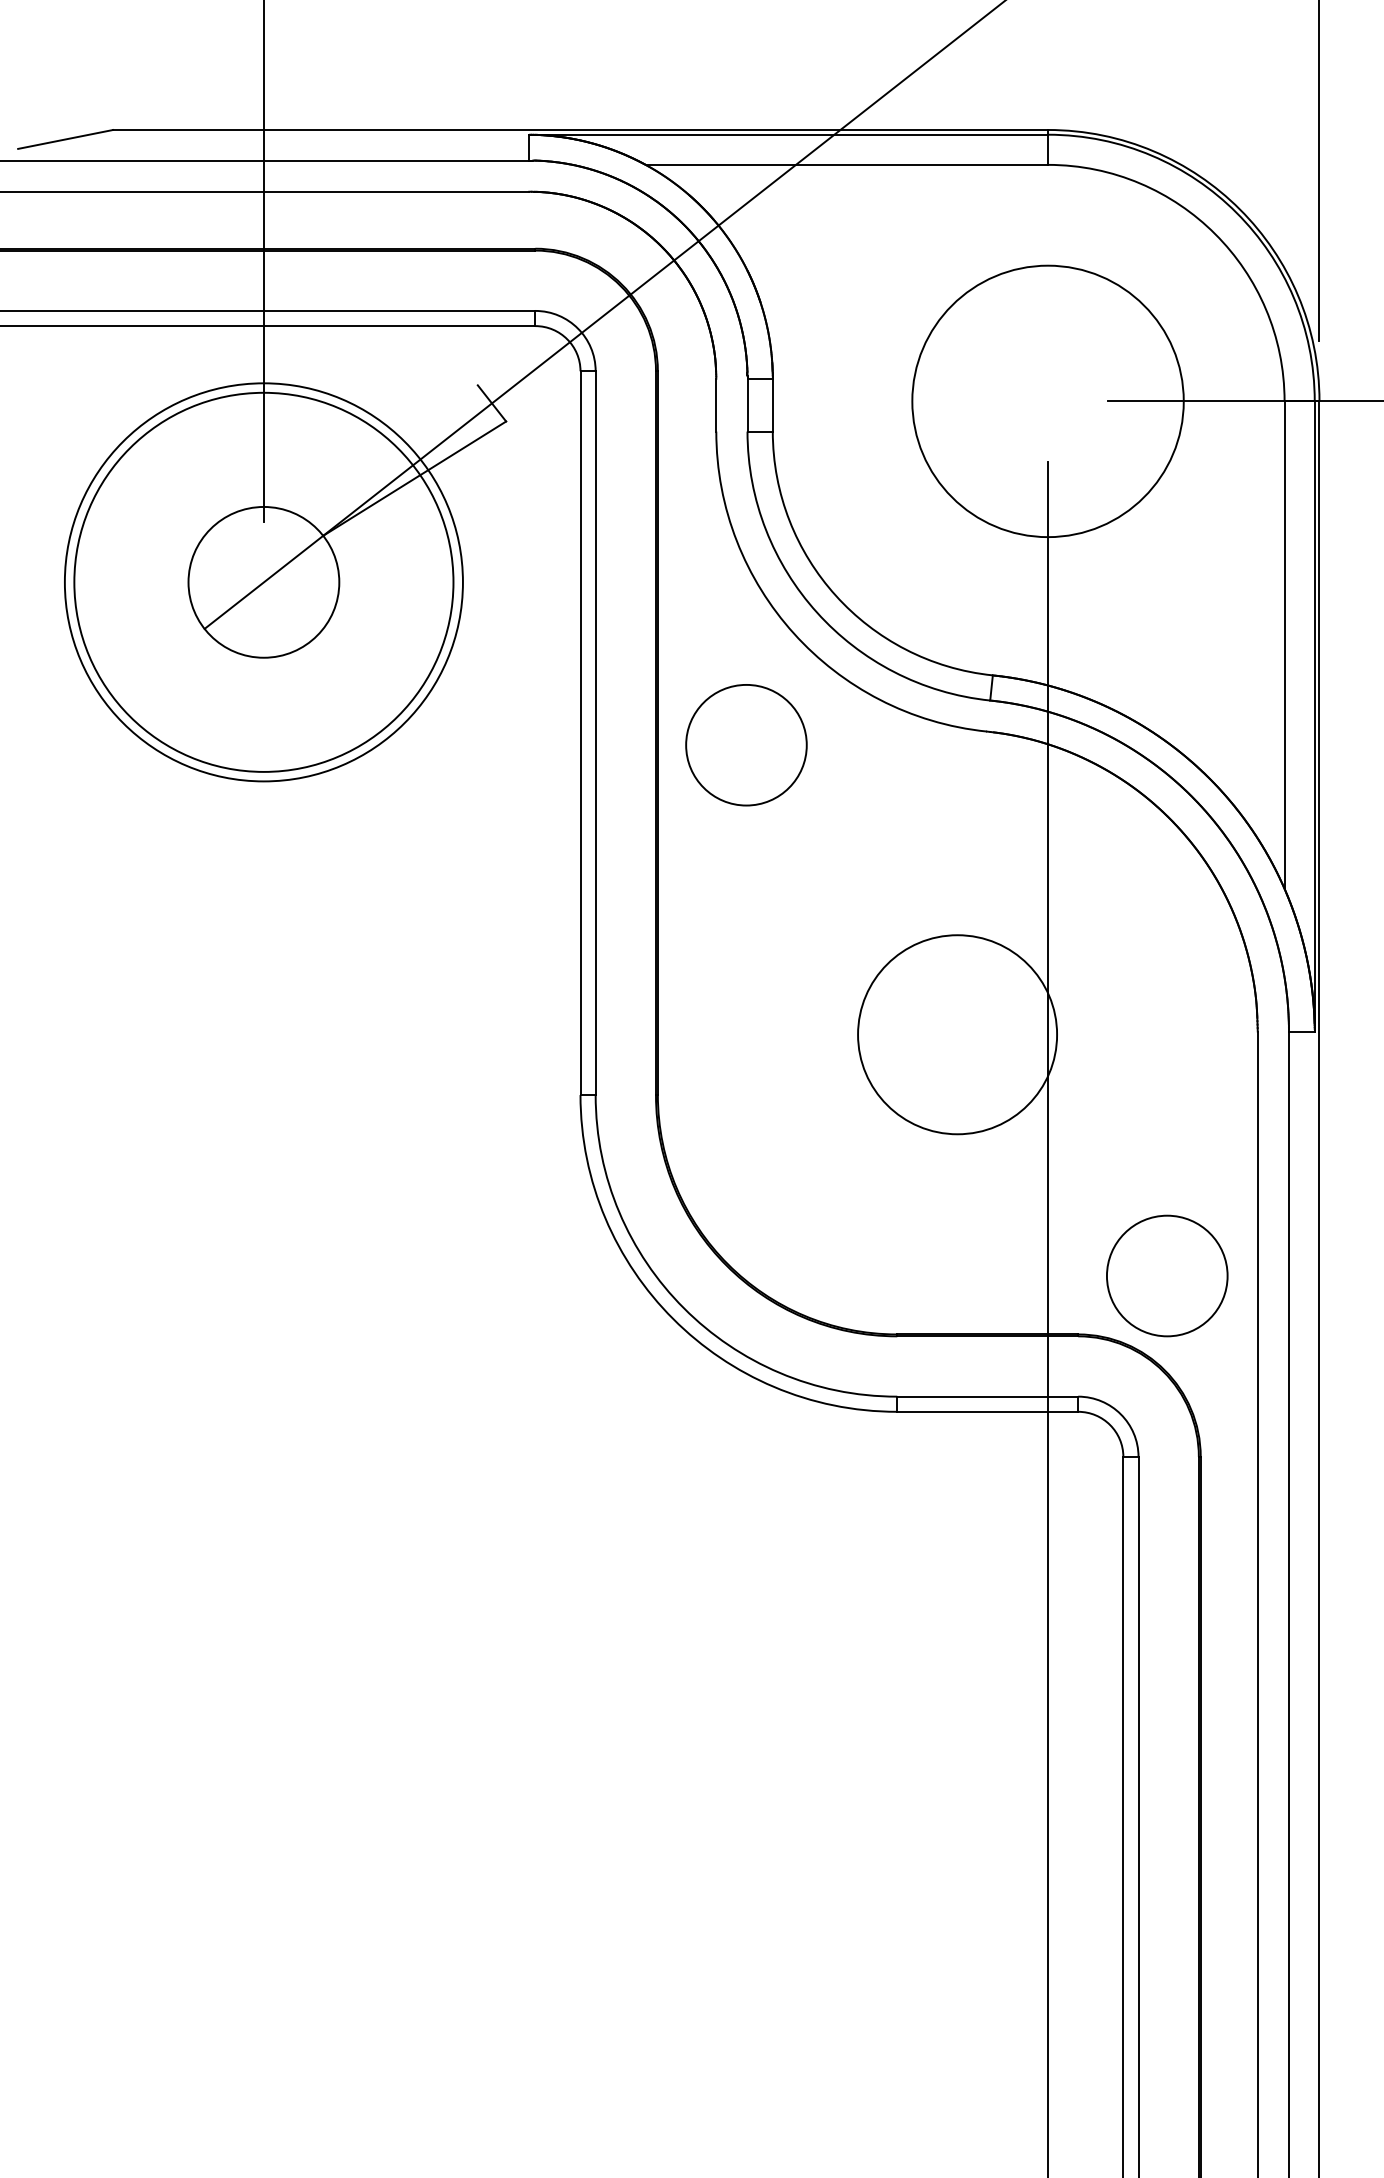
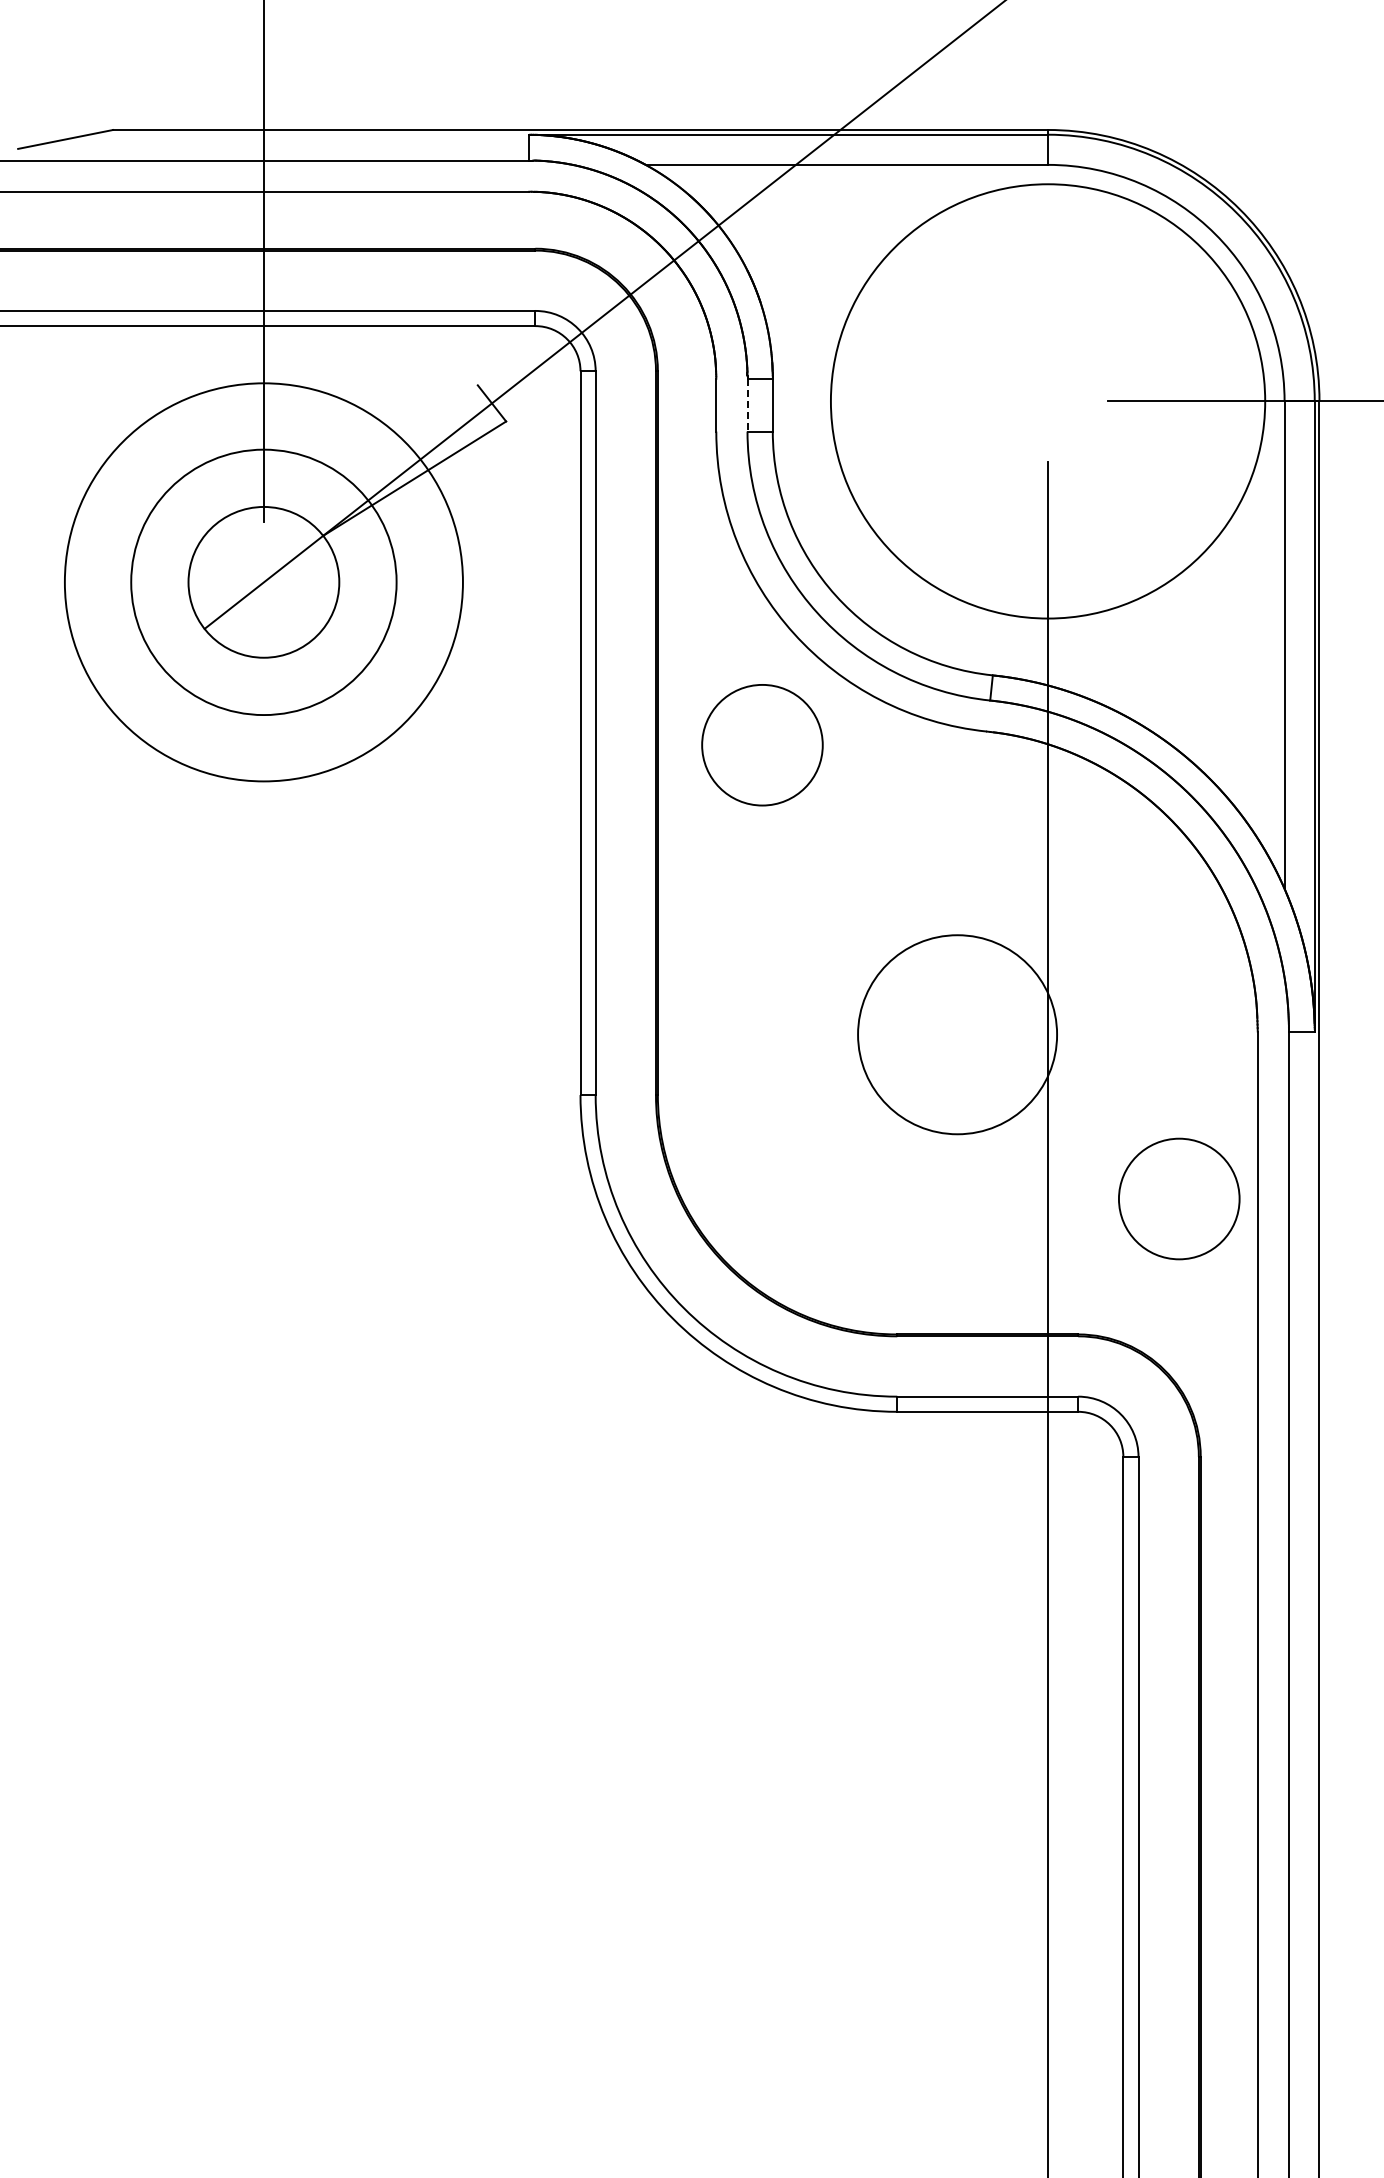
line at (1319, 171): present -> none
circle at (1047, 401) diameter: 271 px -> 434 px
line at (747, 405): solid -> dashed
circle at (263, 581) diameter: 379 px -> 265 px
circle at (746, 745) position: (746, 745) -> (762, 745)
circle at (1167, 1275) position: (1167, 1275) -> (1179, 1198)
